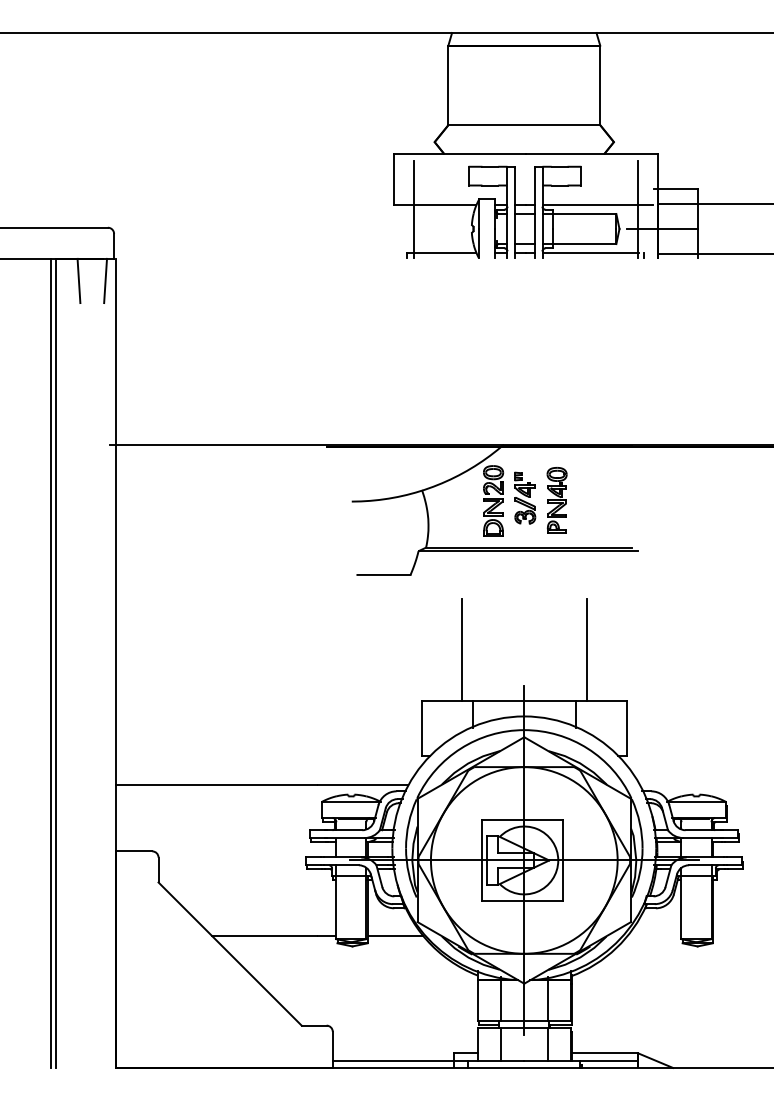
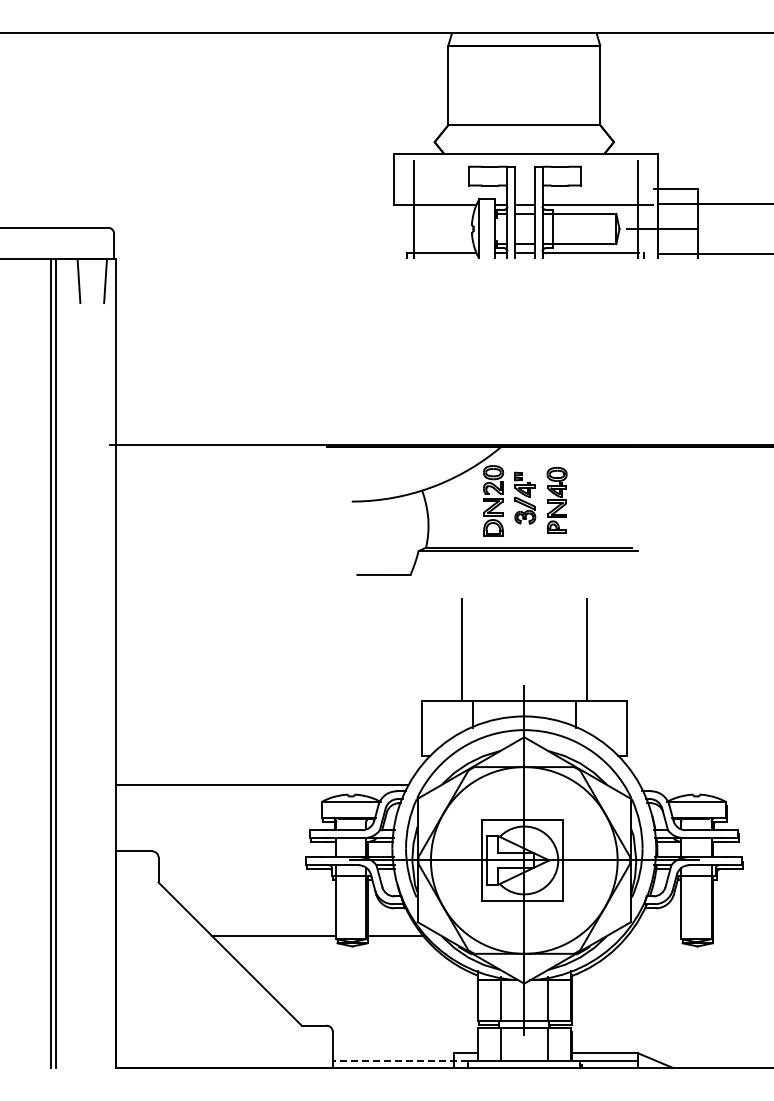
line at (400, 1060): solid -> dashed
